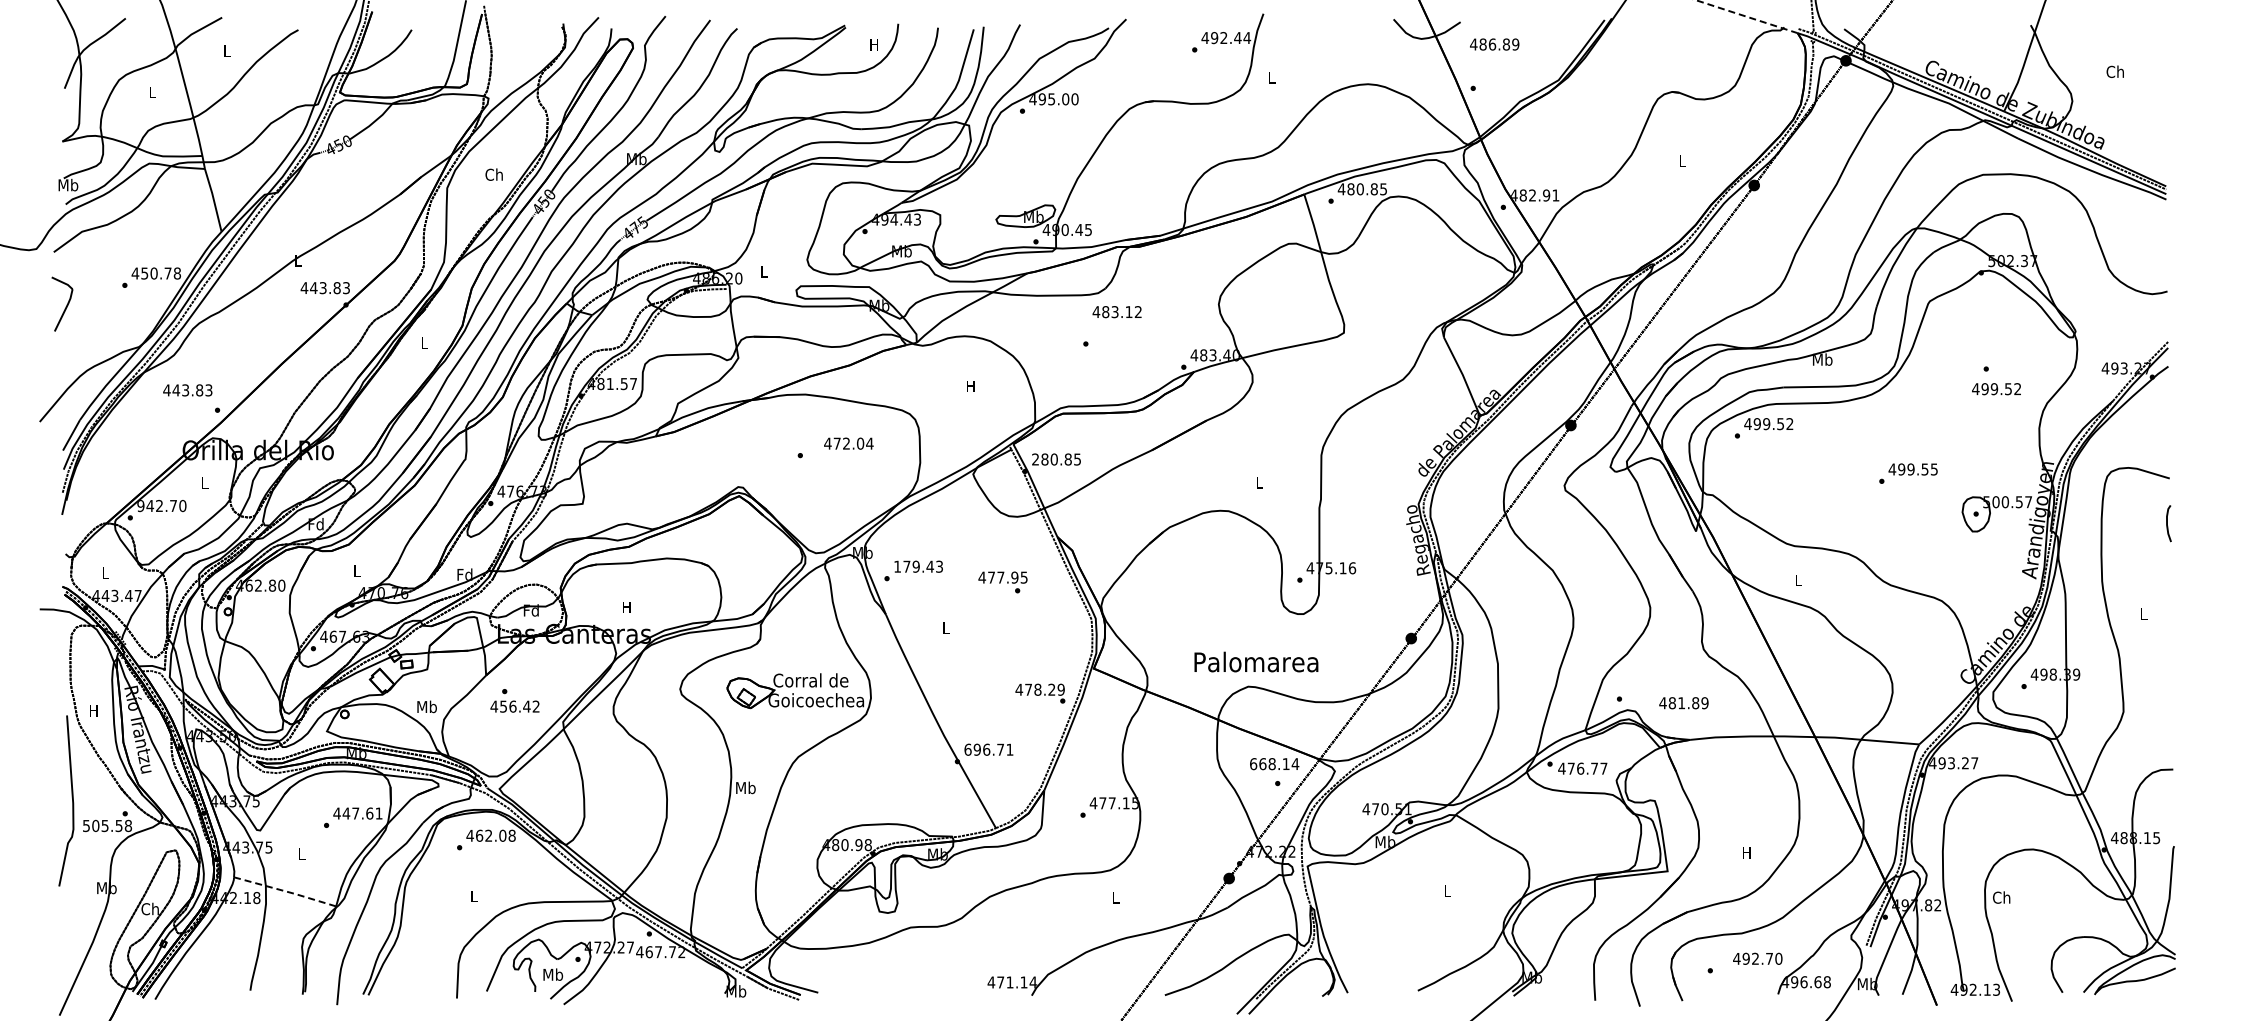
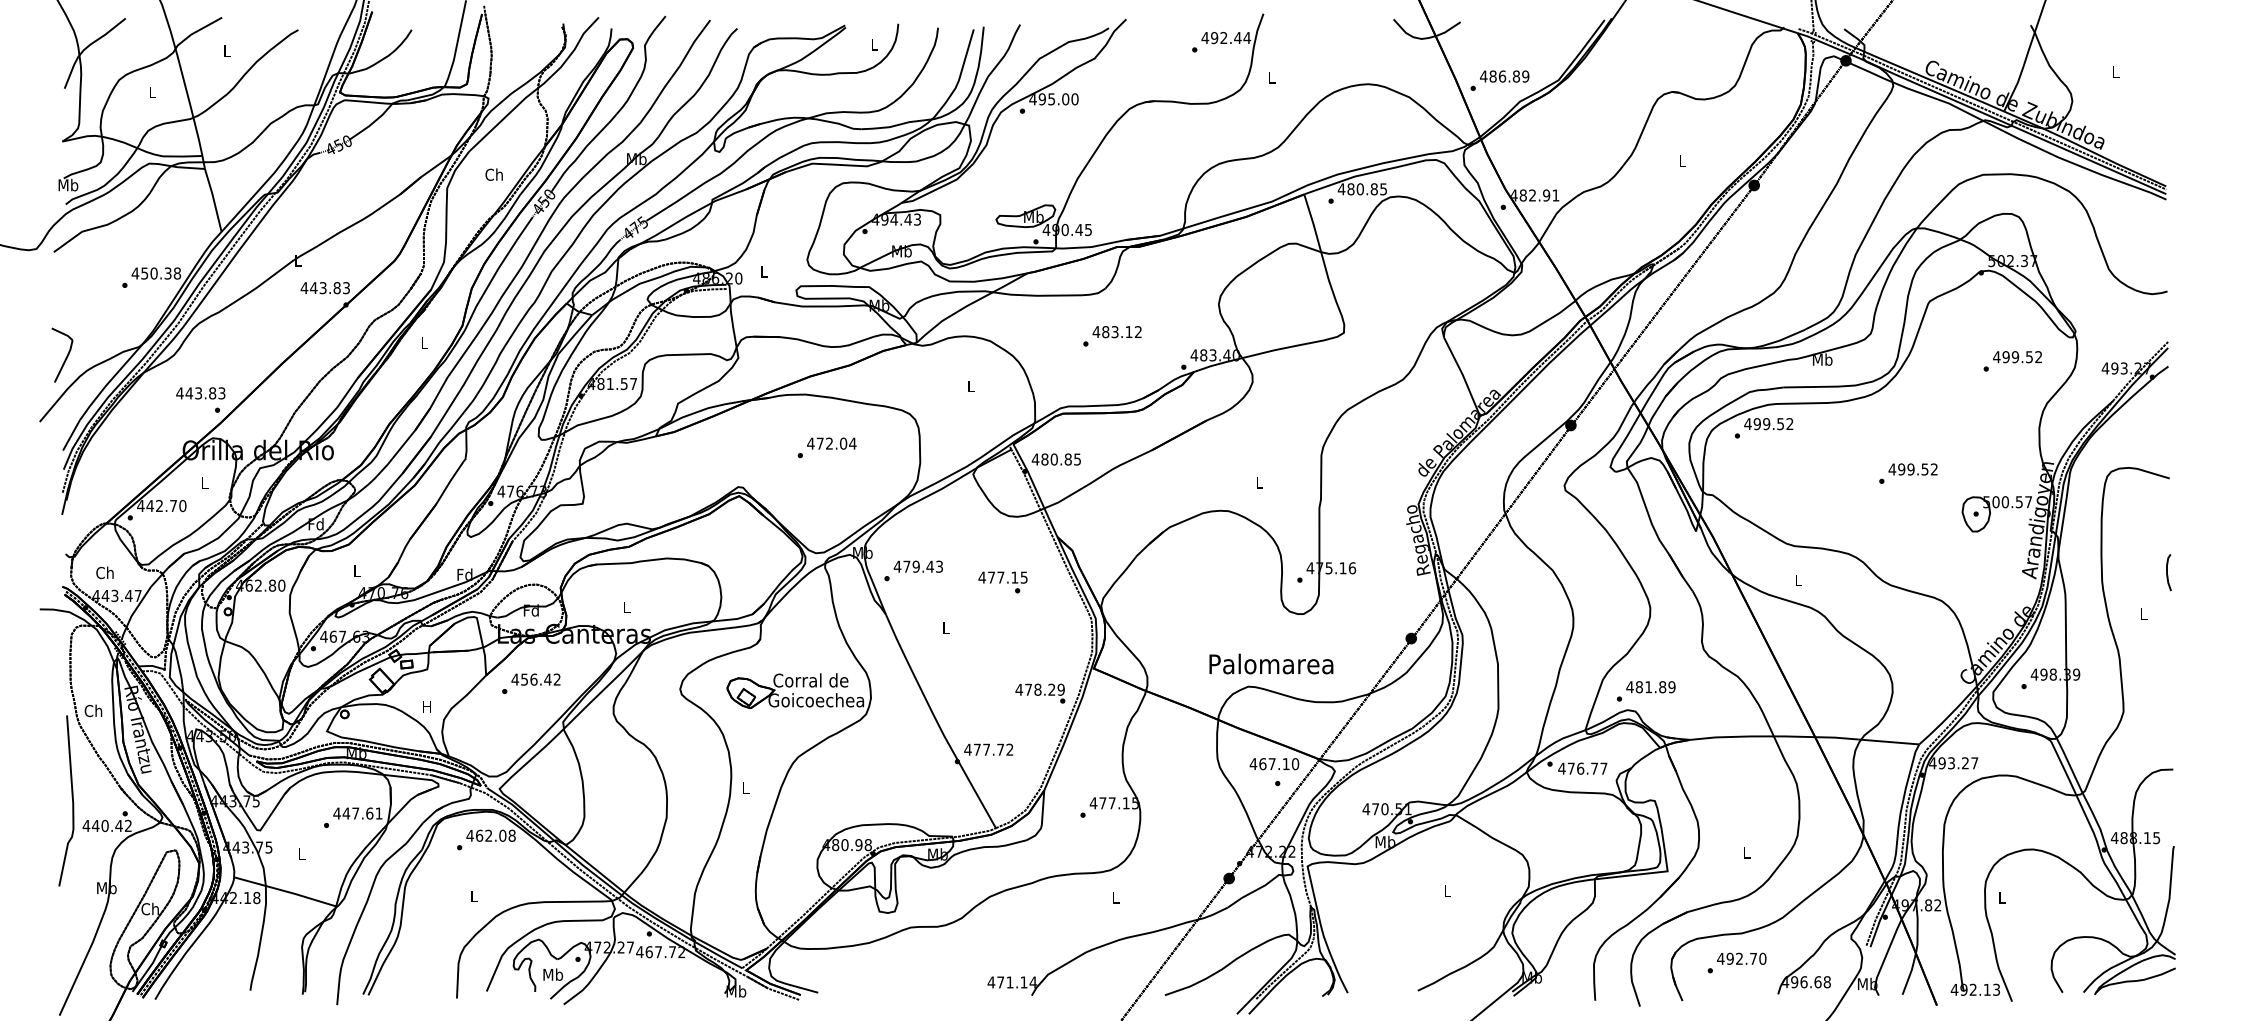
line at (1746, 16): dashed -> solid
text at (873, 44): H -> L
text at (1494, 44) position: (1494, 44) -> (1504, 76)
text at (2114, 71): Ch -> L
text at (167, 273): 450.78 -> 450.38
curve at (66, 304) position: (66, 304) -> (66, 355)
text at (1116, 312) position: (1116, 312) -> (1116, 332)
text at (970, 386): H -> L
text at (1996, 389) position: (1996, 389) -> (2017, 357)
text at (187, 390) position: (187, 390) -> (200, 393)
text at (848, 443) position: (848, 443) -> (831, 443)
text at (1035, 459): 280.85 -> 480.85
text at (1934, 469): 499.55 -> 499.52
text at (140, 506): 942.70 -> 442.70
curve at (2167, 523) position: (2167, 523) -> (2167, 572)
text at (897, 566): 179.43 -> 479.43
text at (104, 572): L -> Ch
text at (1014, 577): 477.95 -> 477.15
text at (626, 607): H -> L
text at (1256, 661) position: (1256, 661) -> (1271, 663)
text at (1683, 703) position: (1683, 703) -> (1650, 687)
text at (426, 706): Mb -> H
text at (514, 706) position: (514, 706) -> (535, 679)
text at (93, 710): H -> Ch
text at (988, 749): 696.71 -> 477.72
text at (1274, 764): 668.14 -> 467.10
text at (745, 787): Mb -> L
text at (107, 825): 505.58 -> 440.42
text at (1746, 852): H -> L
line at (285, 891): dashed -> solid
text at (2001, 897): Ch -> L
text at (1757, 958) position: (1757, 958) -> (1741, 958)
